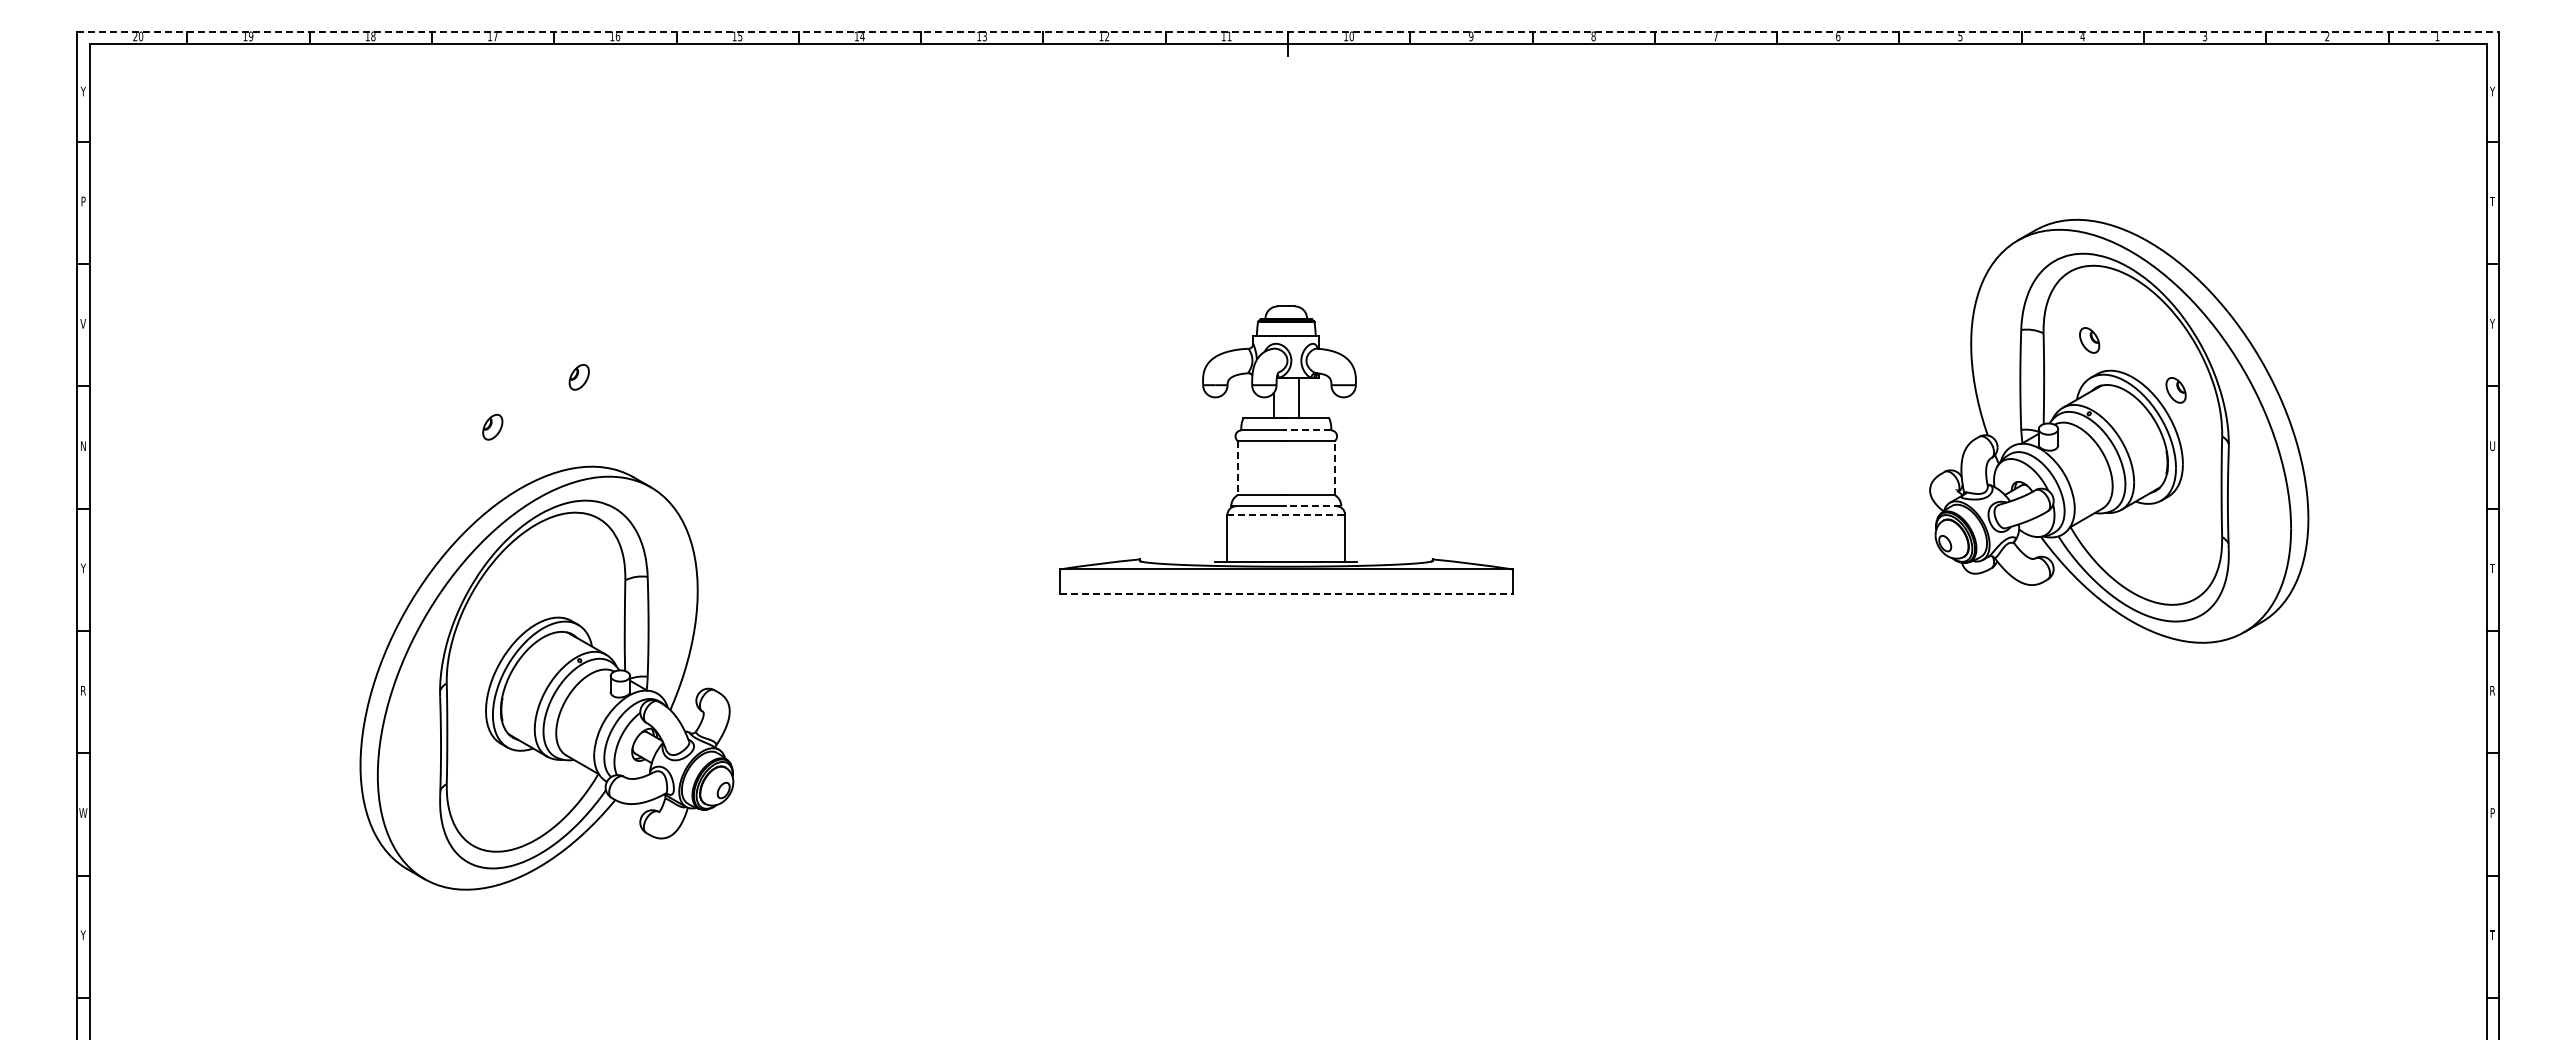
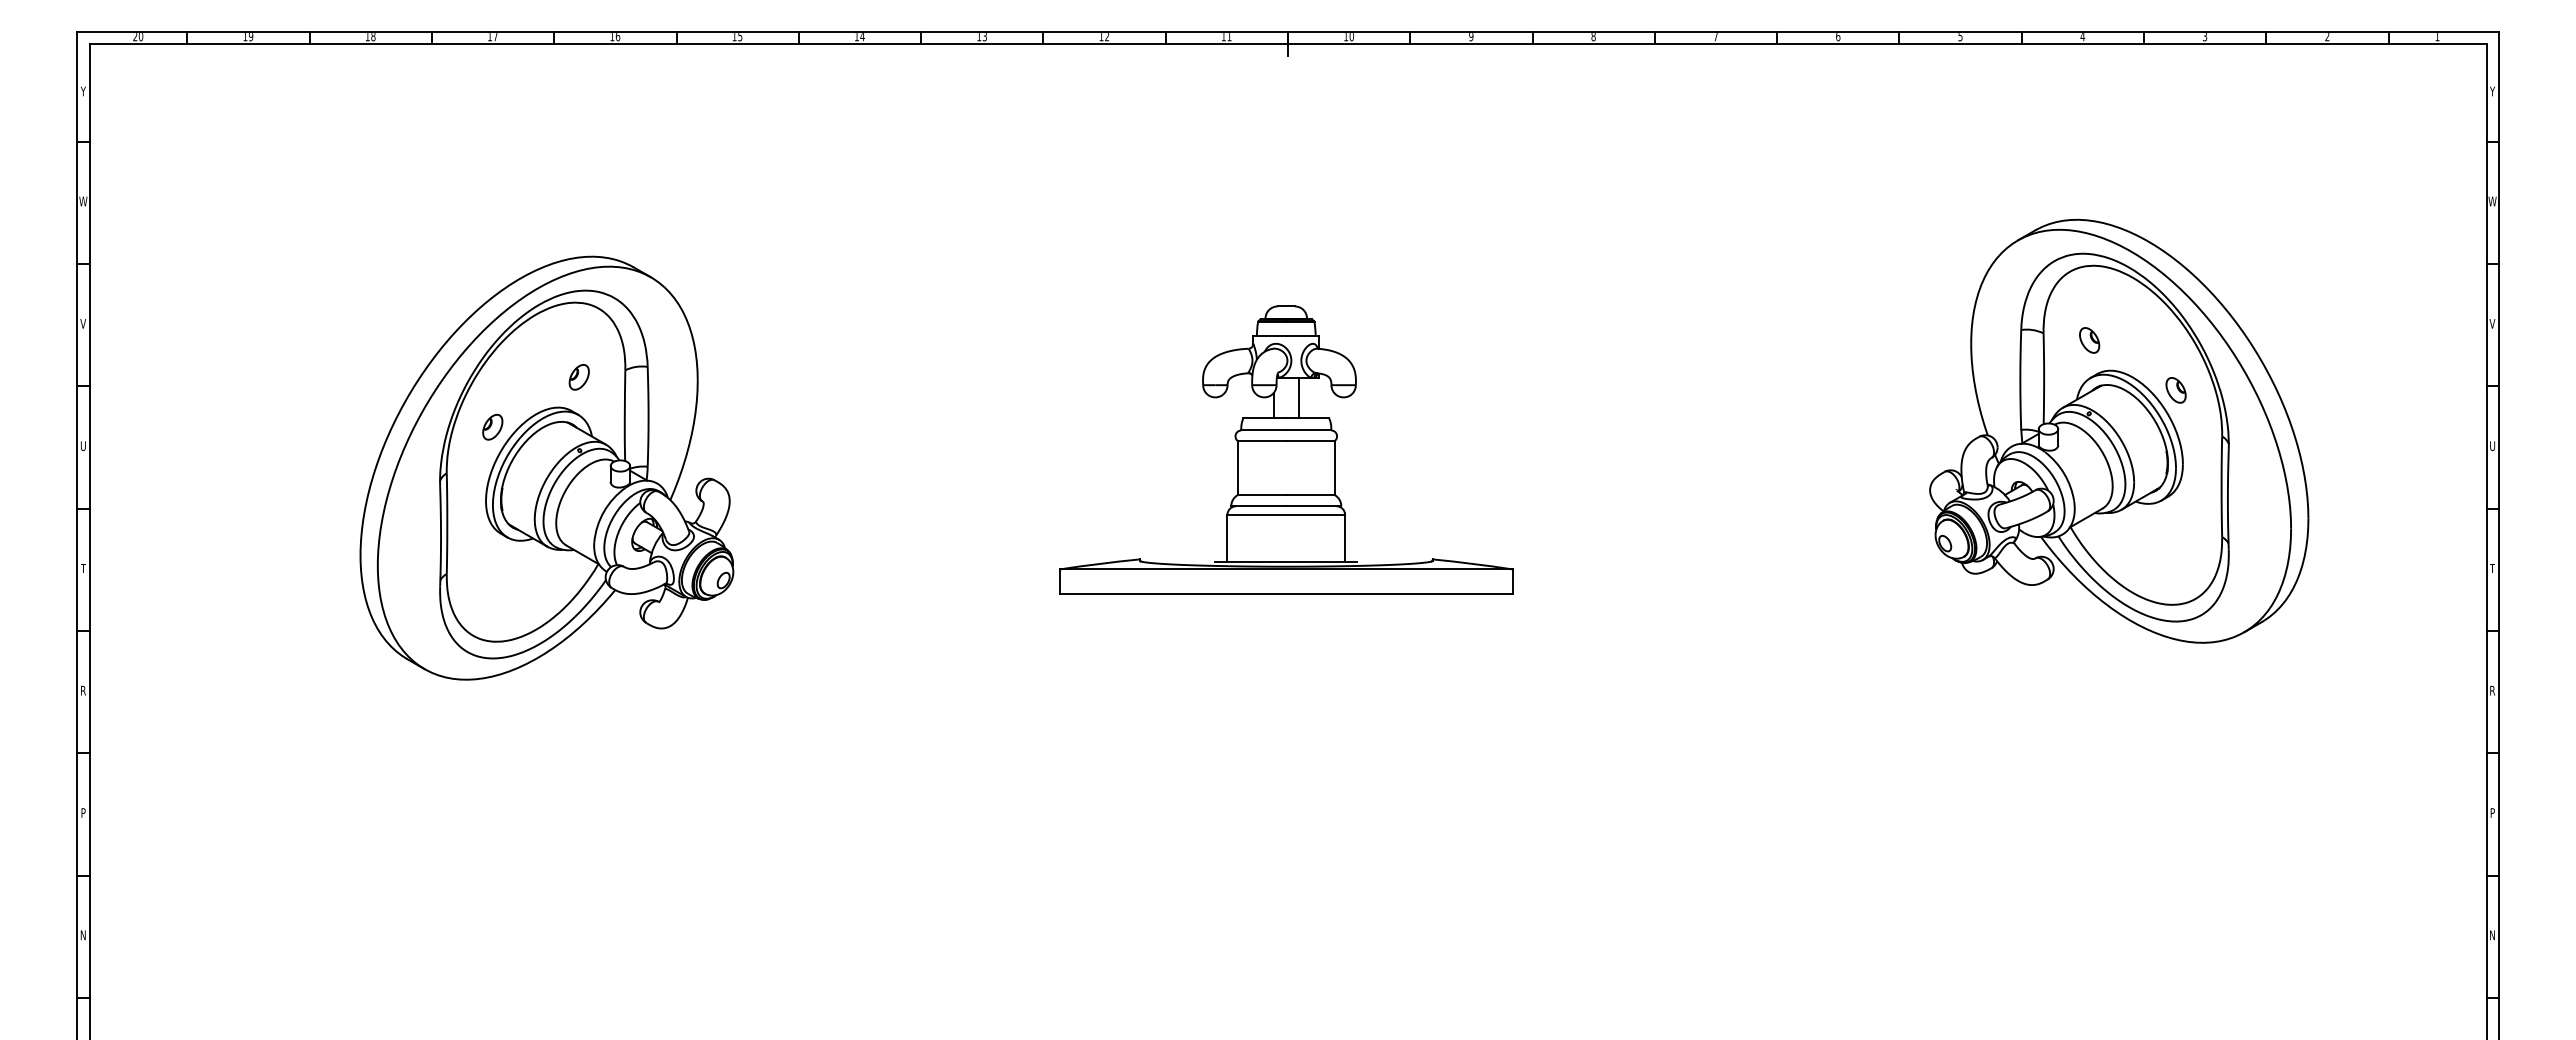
line at (1287, 31): dashed -> solid
text at (83, 201): P -> W
text at (2492, 201): T -> W
text at (2492, 323): Y -> V
line at (1308, 430): dashed -> solid
text at (83, 446): N -> U
line at (1237, 468): dashed -> solid
line at (1334, 468): dashed -> solid
line at (1313, 506): dashed -> solid
line at (1286, 514): dashed -> solid
text at (82, 568): Y -> T
line at (1286, 593): dashed -> solid
part at (546, 677) position: (546, 677) -> (546, 467)
text at (83, 812): W -> P
text at (82, 935): Y -> N
text at (2492, 935): T -> N
